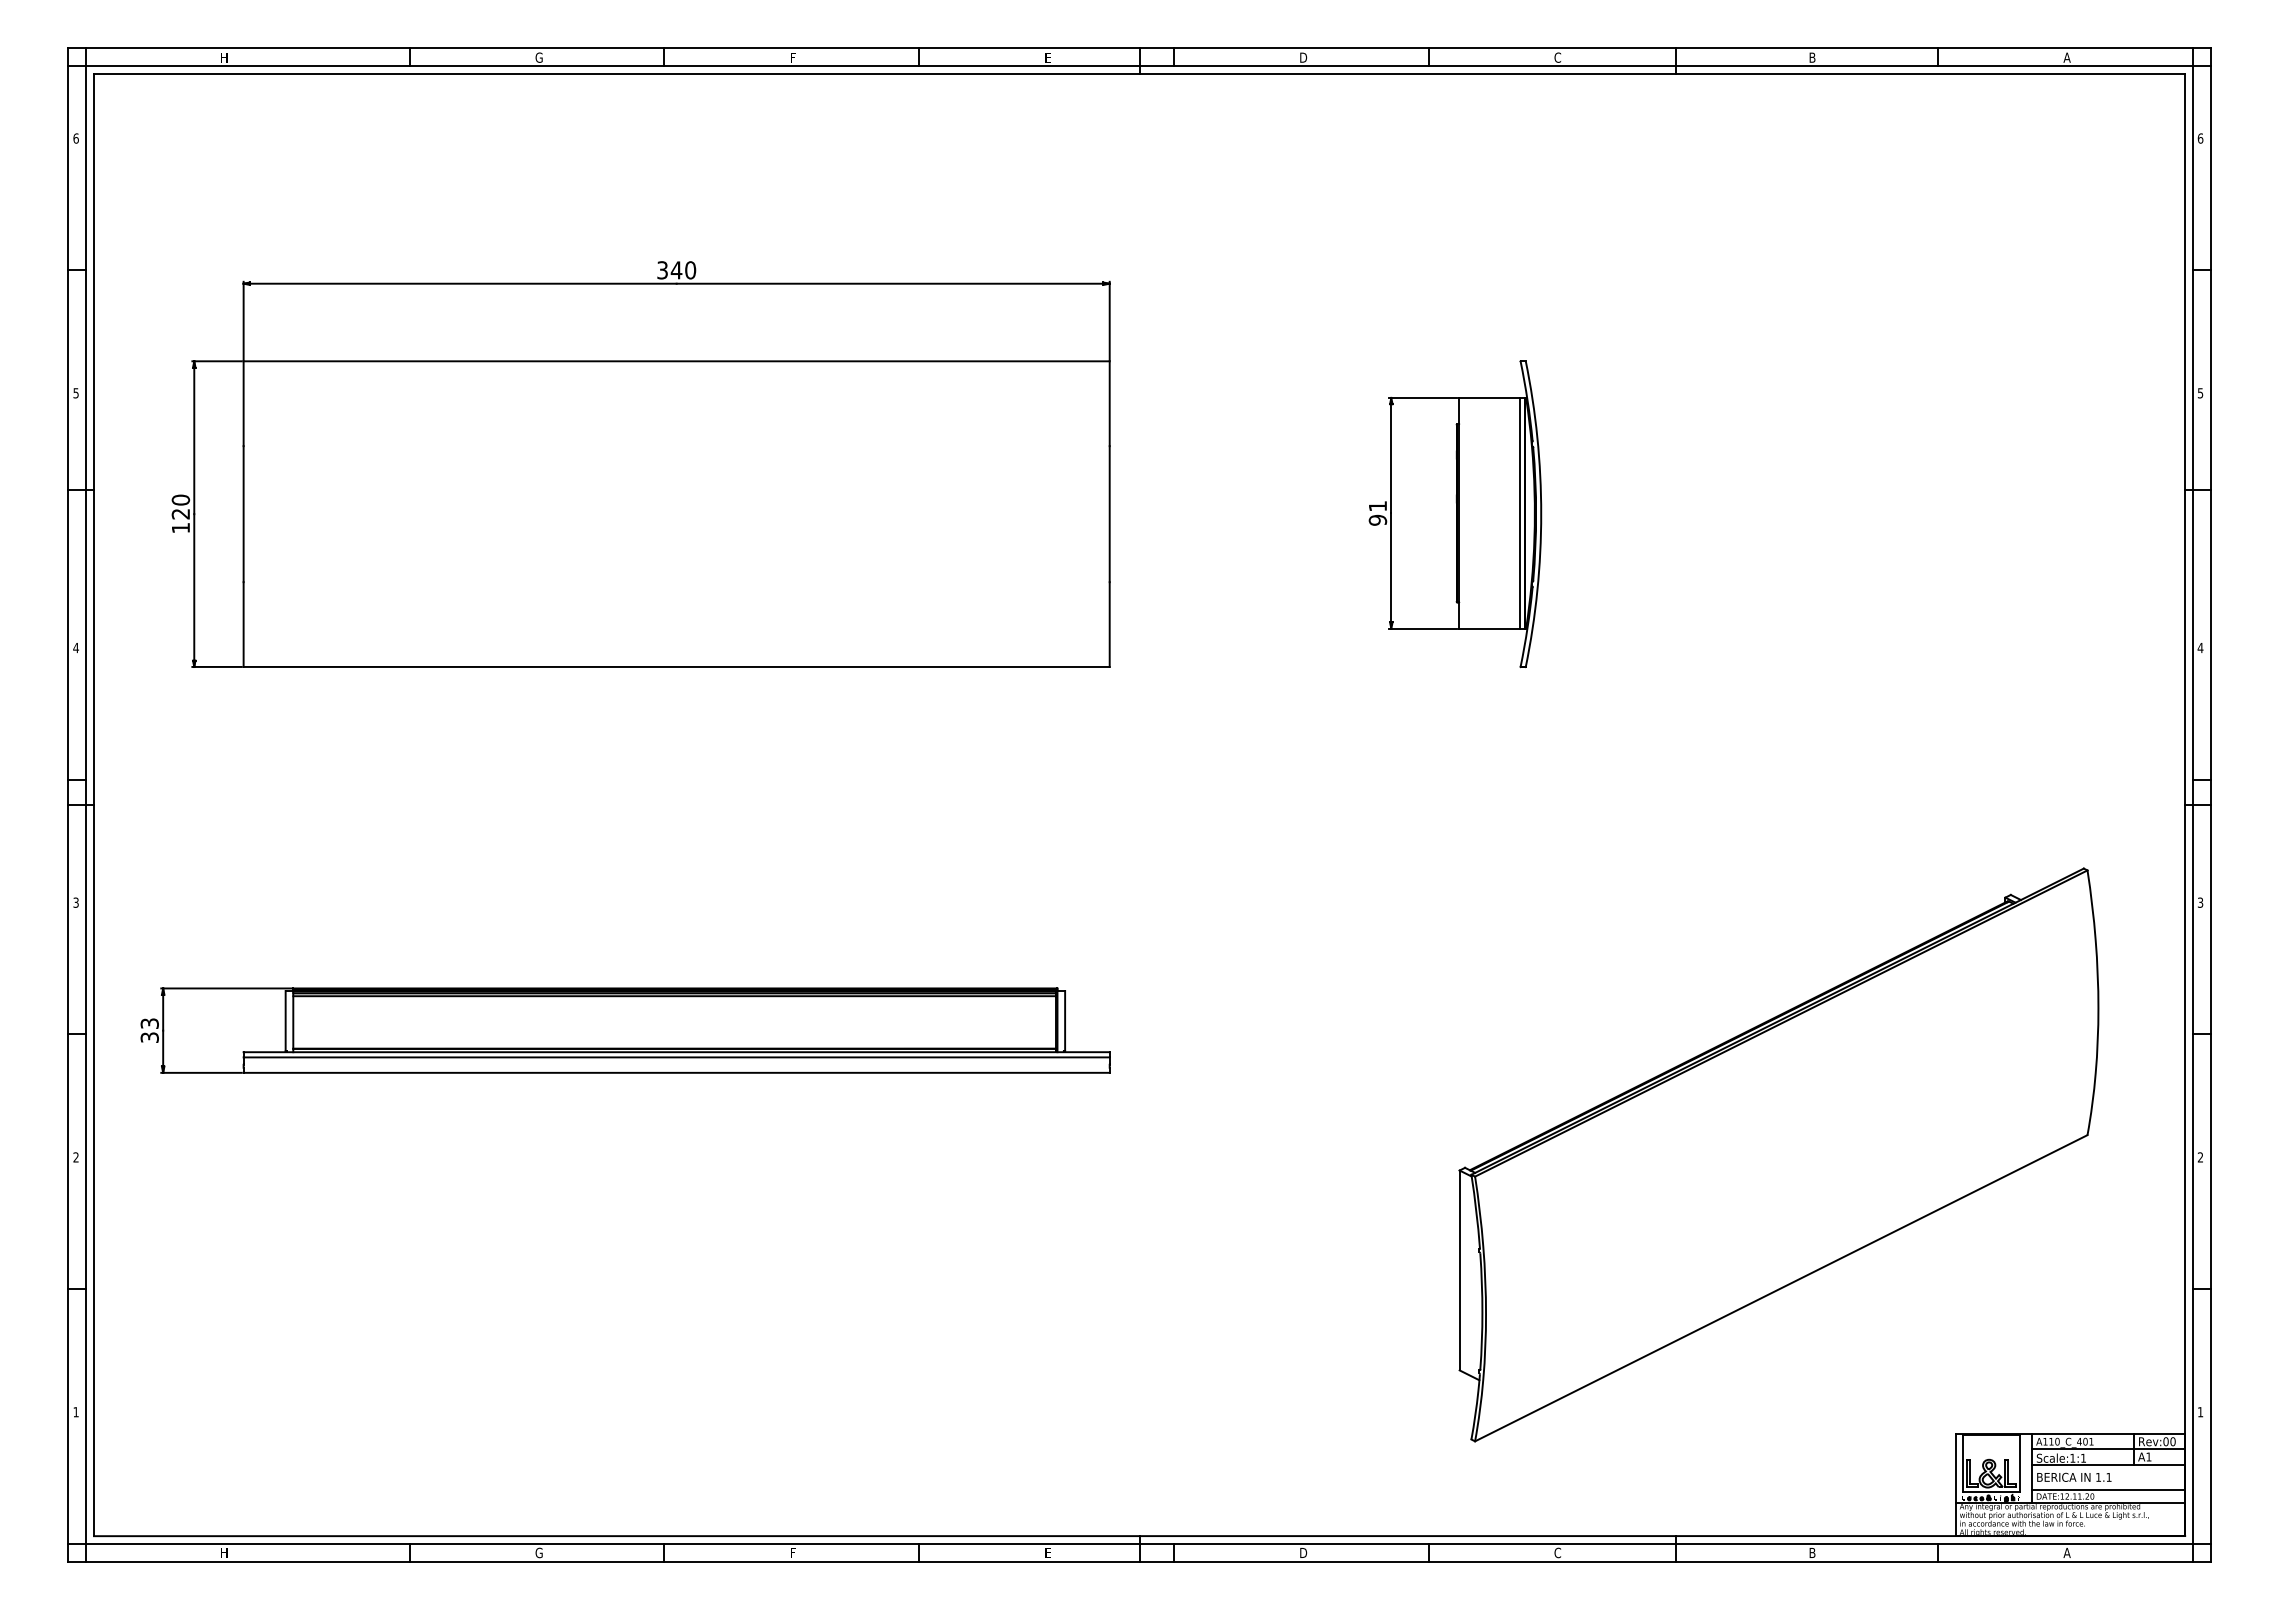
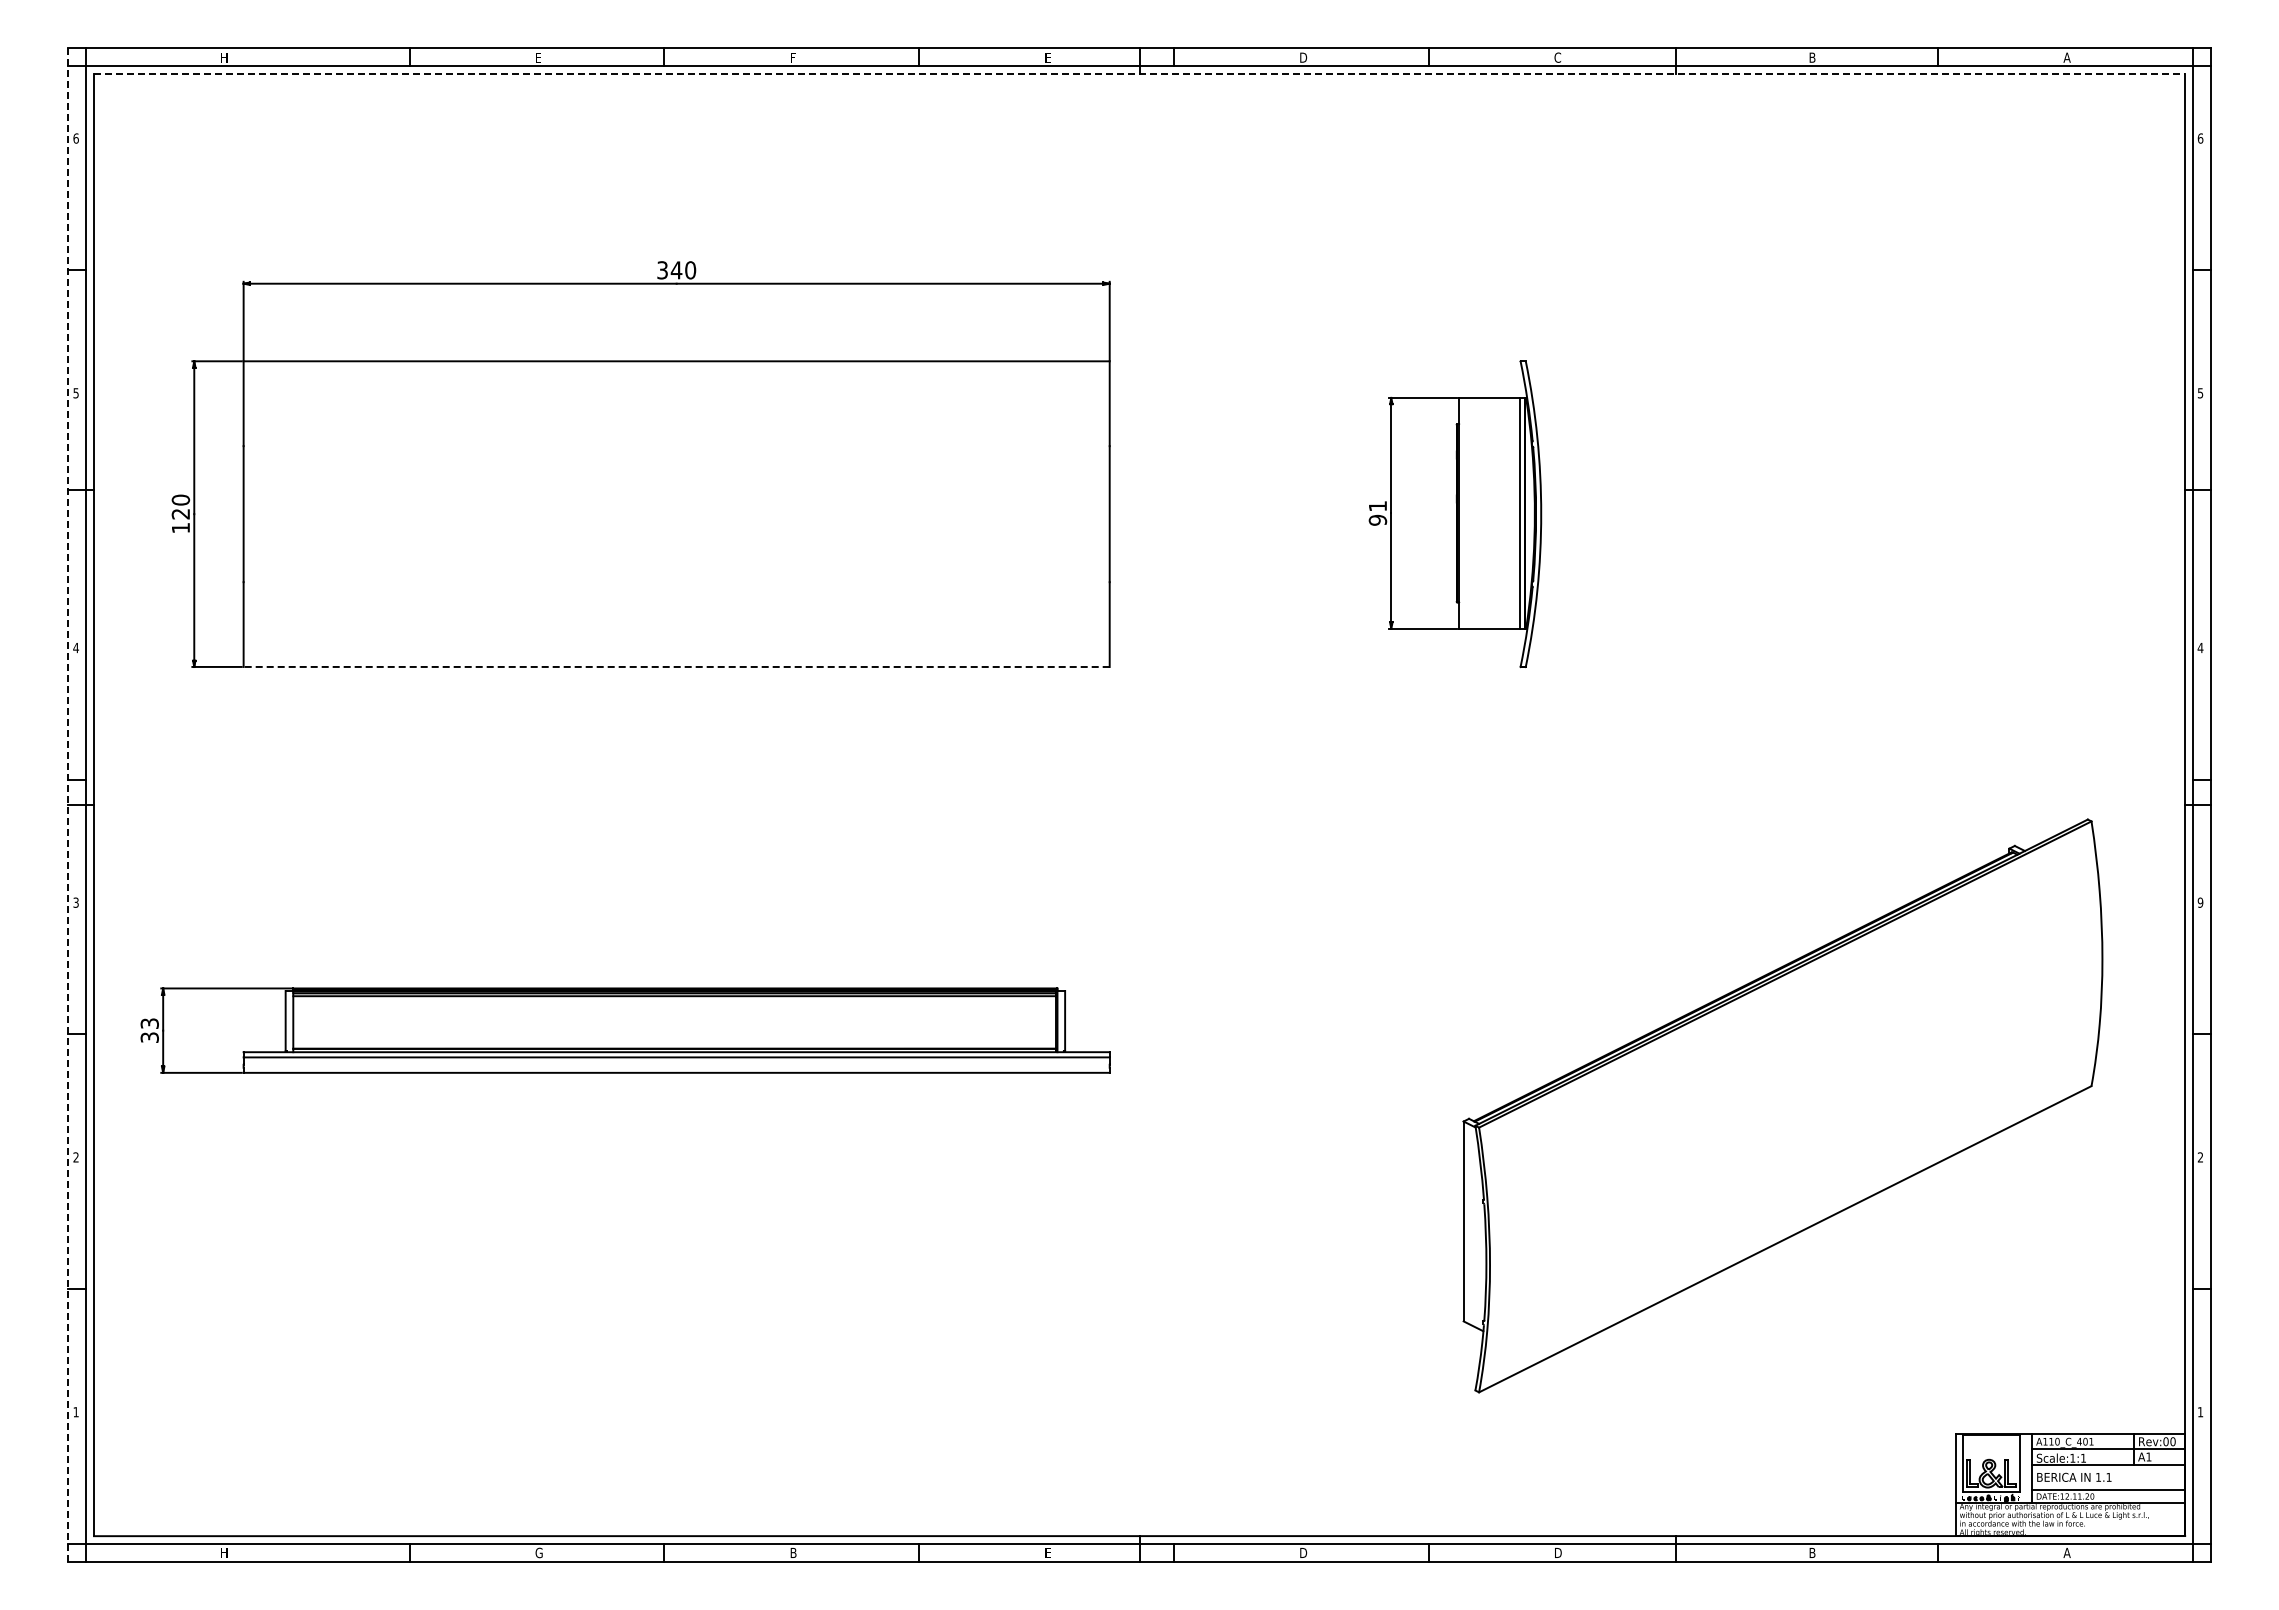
text at (538, 57): G -> E
line at (1139, 73): solid -> dashed
line at (676, 666): solid -> dashed
line at (68, 805): solid -> dashed
text at (2200, 902): 3 -> 9
part at (1778, 1154) position: (1778, 1154) -> (1782, 1105)
text at (793, 1552): F -> B
text at (1557, 1552): C -> D
